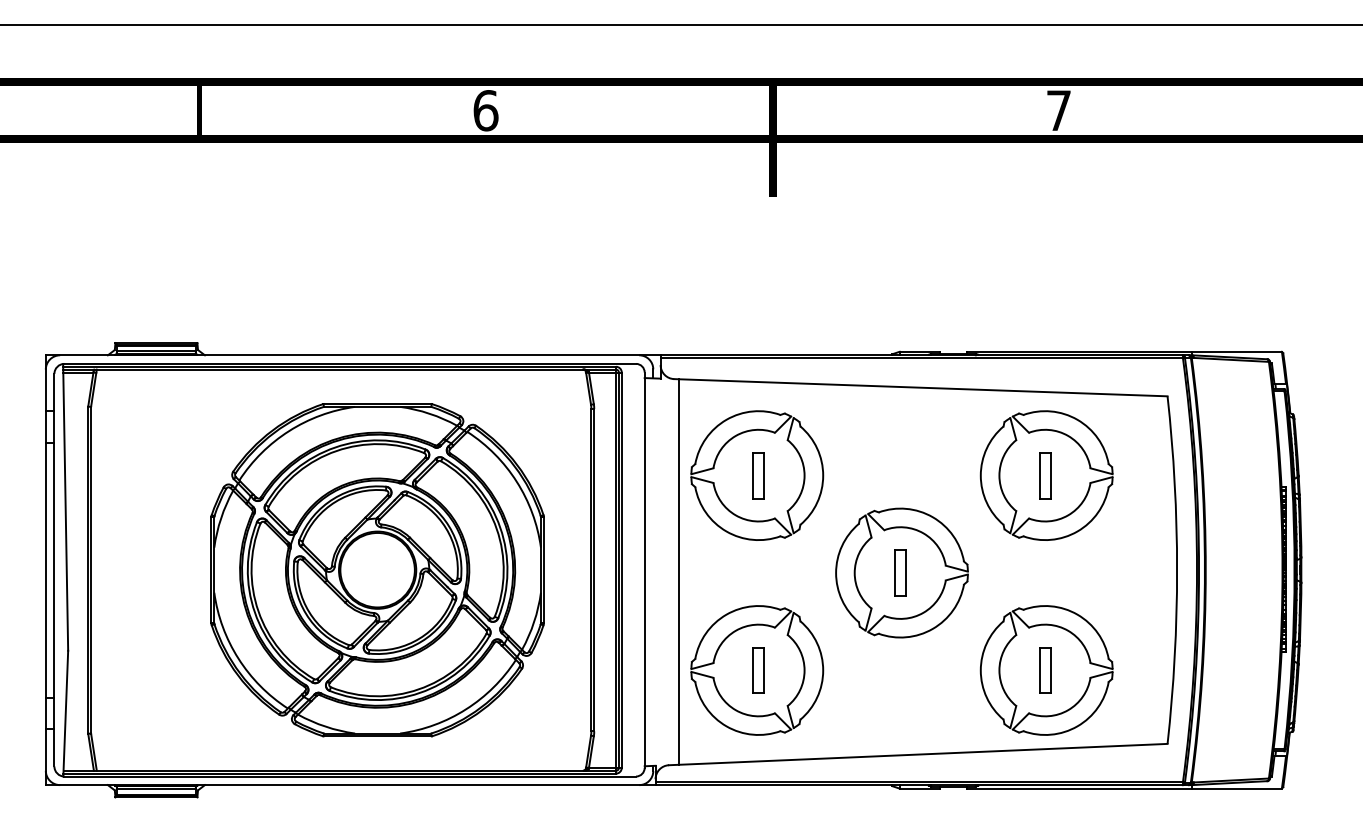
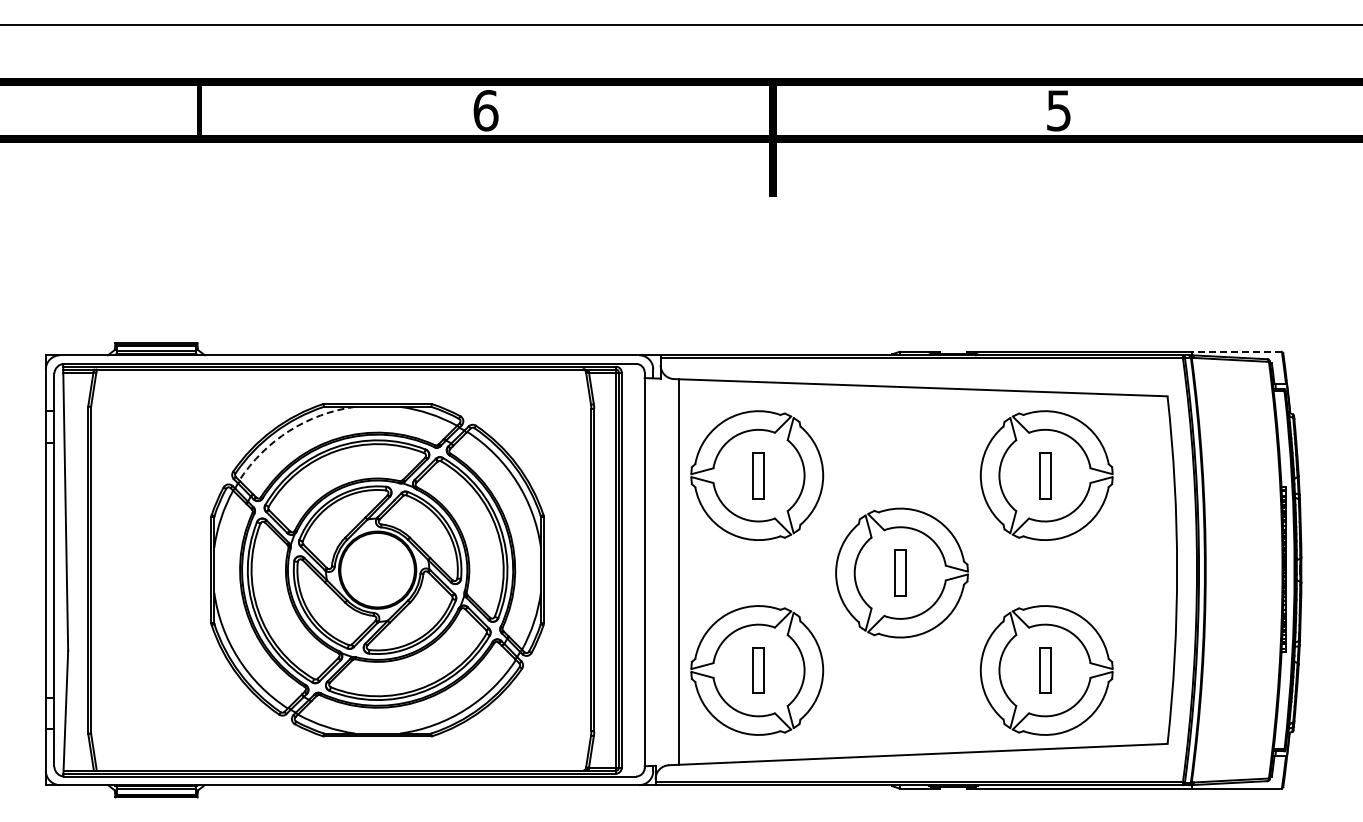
text at (1058, 110): 7 -> 5
line at (1236, 351): solid -> dashed
arc at (289, 431): solid -> dashed
